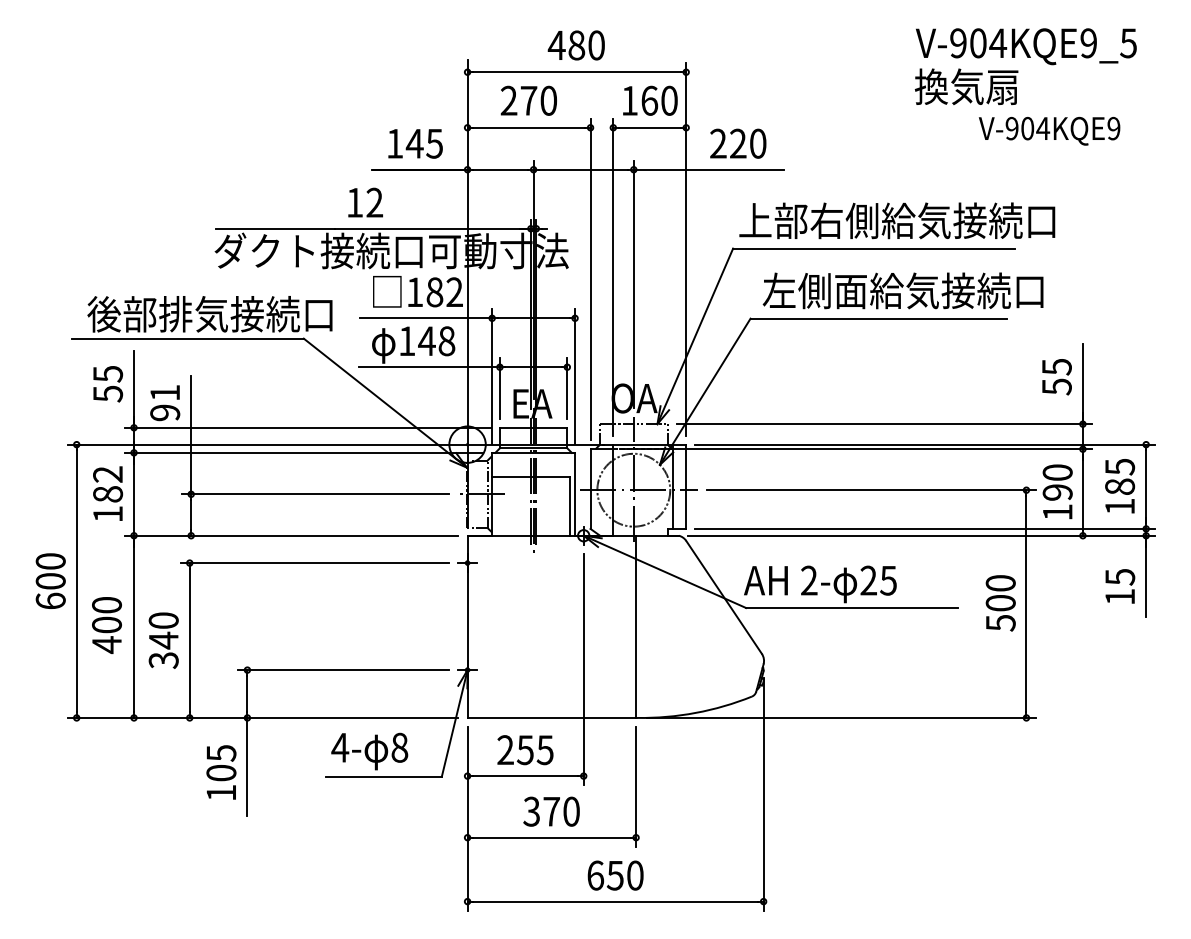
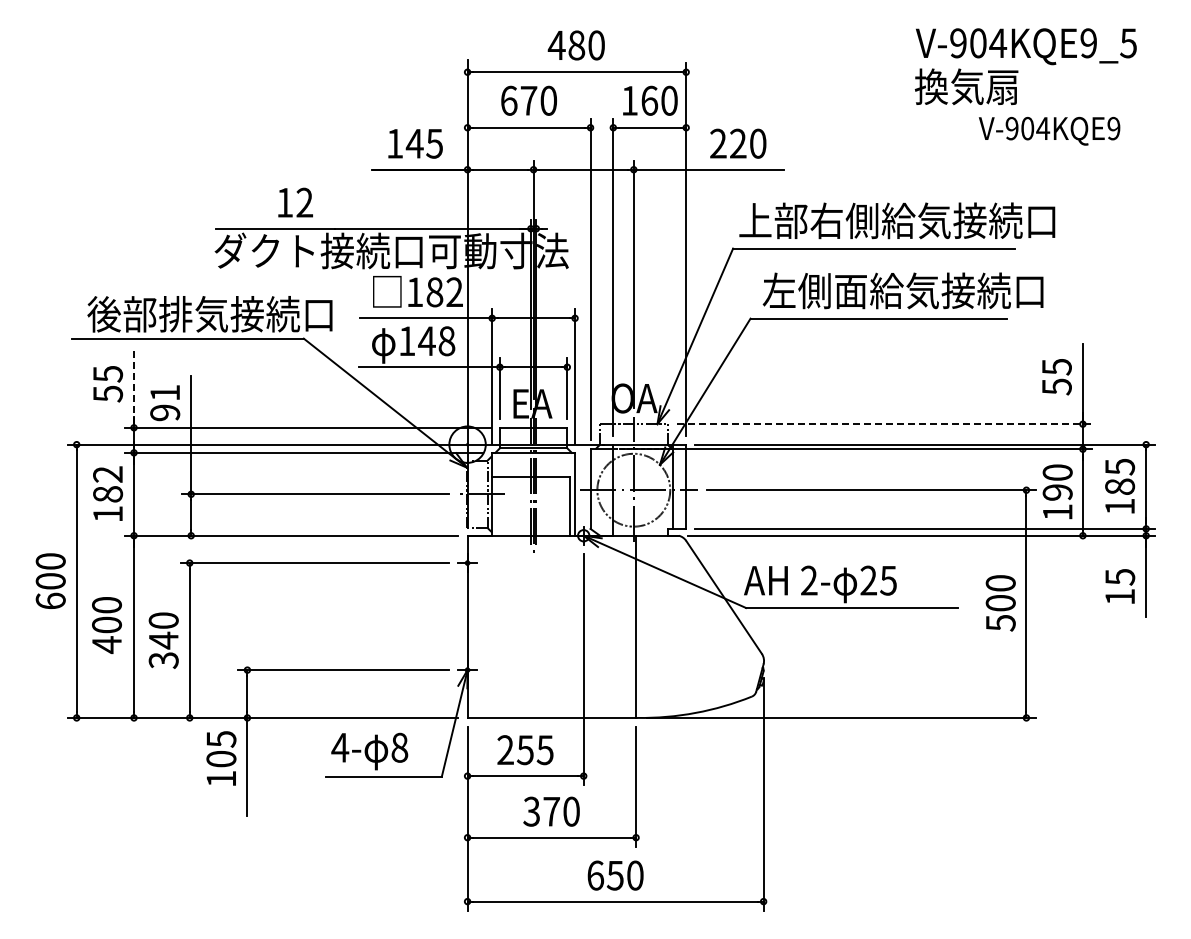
text at (508, 100): 270 -> 670
text at (365, 202) position: (365, 202) -> (295, 202)
line at (134, 390): solid -> dashed
line at (884, 424): solid -> dashed
text at (221, 772) position: (221, 772) -> (221, 758)
